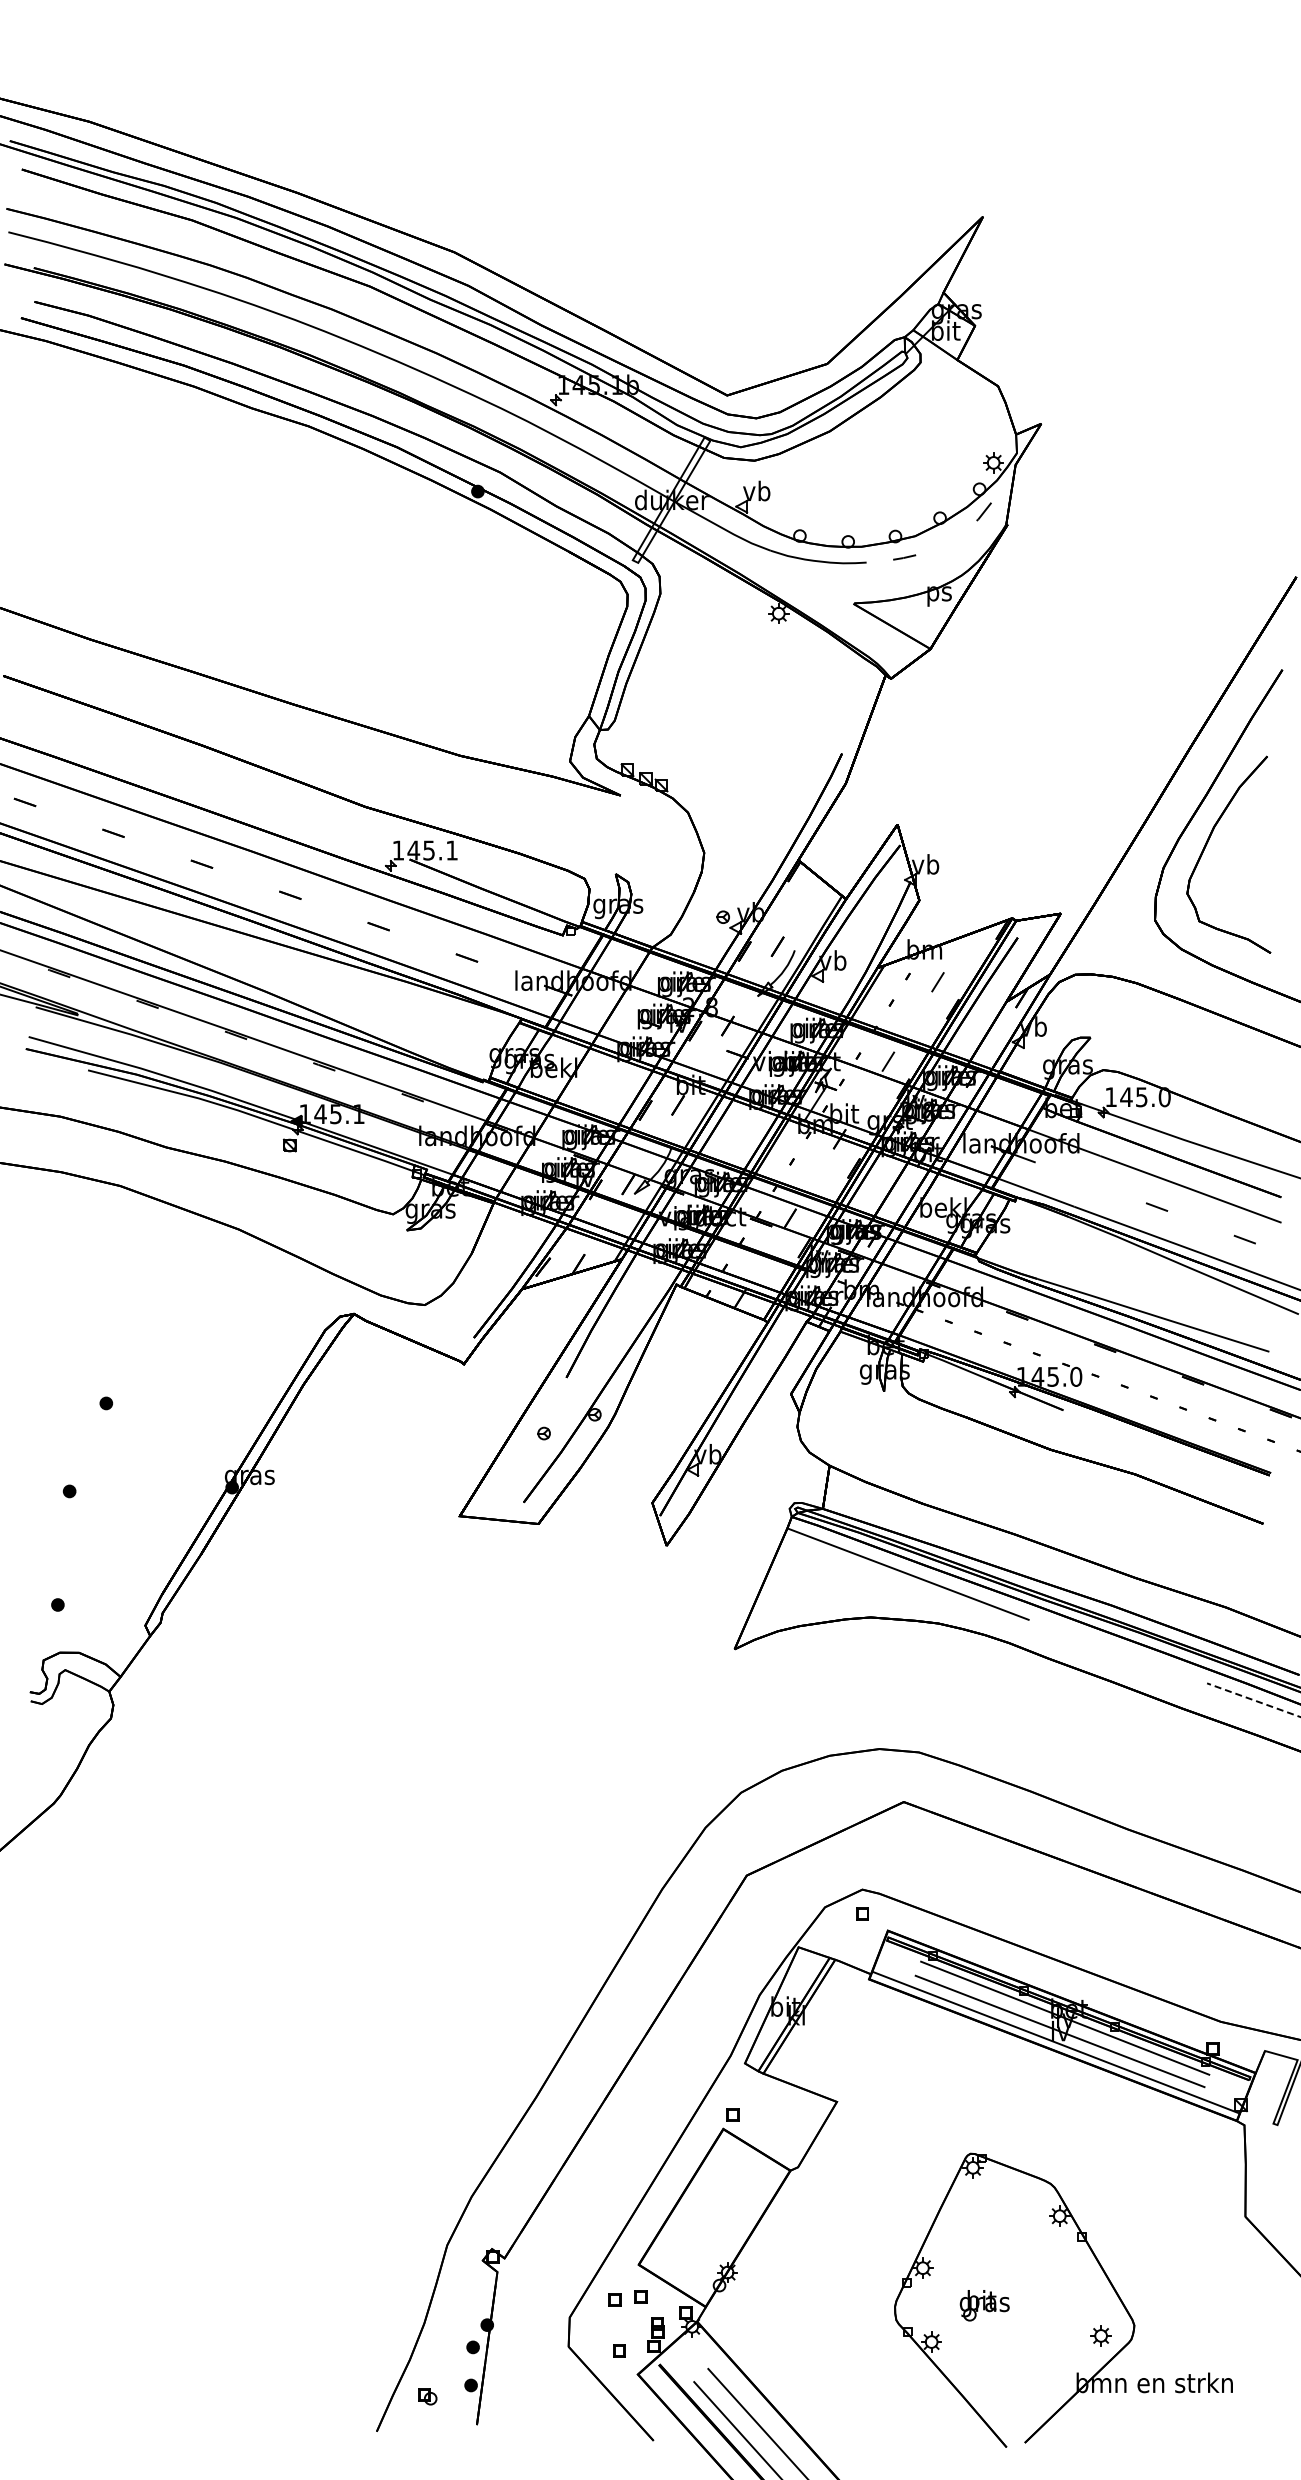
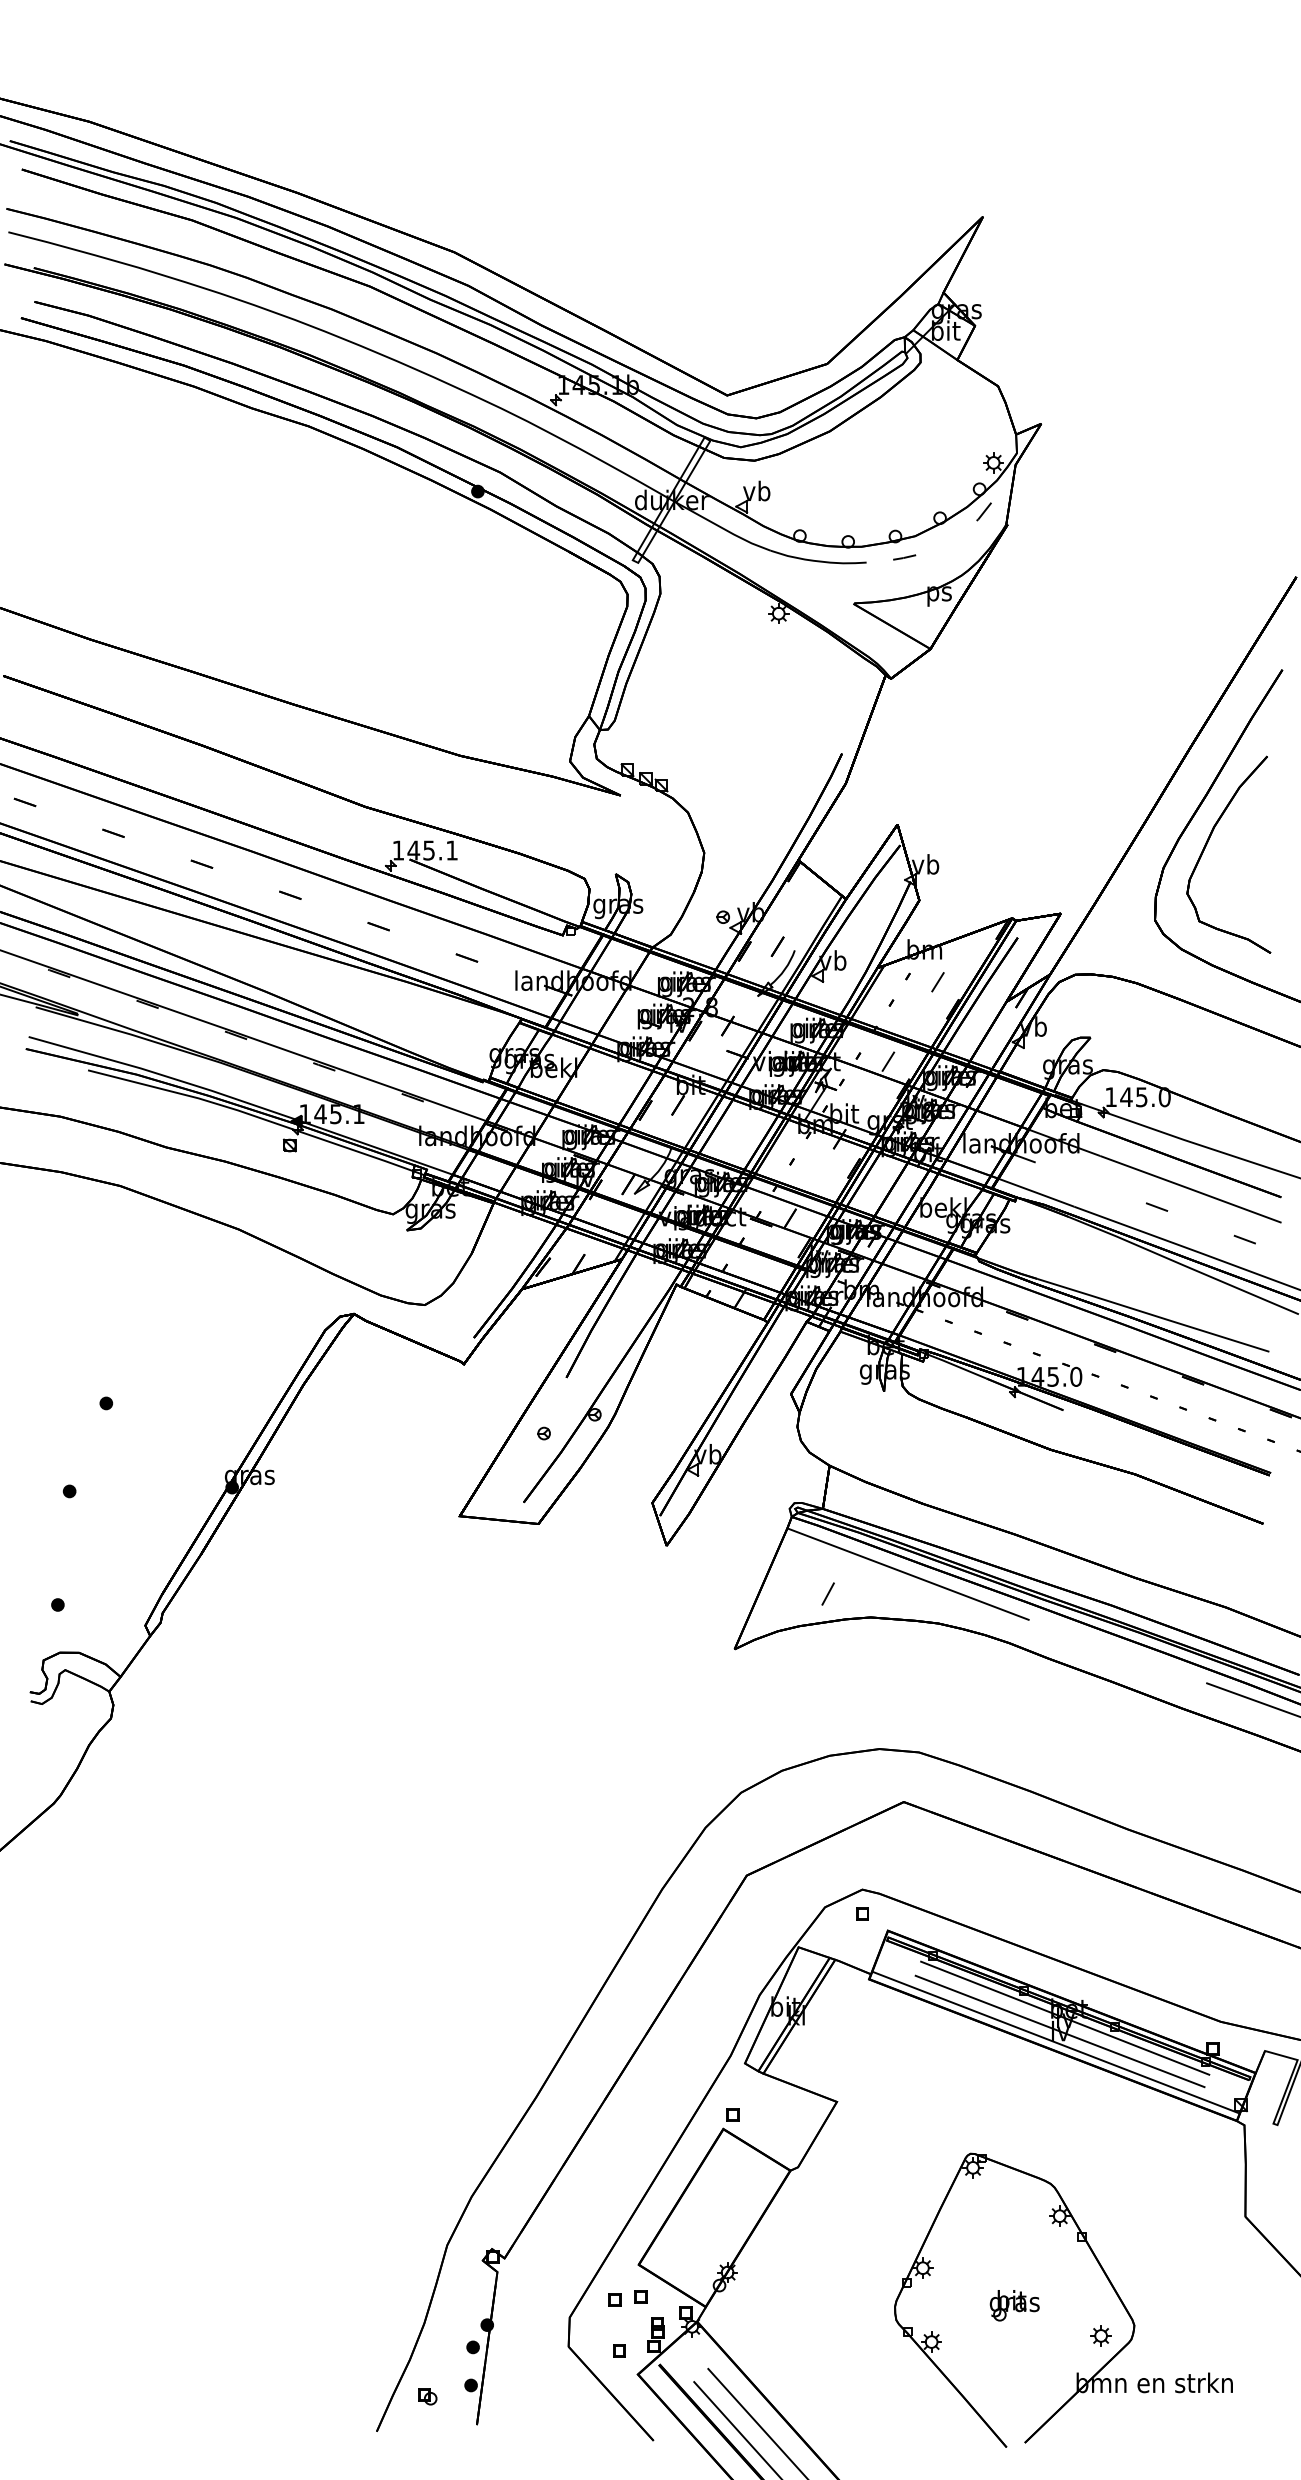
line at (827, 1593): none -> present
line at (1253, 1700): dashed -> solid
part at (984, 2305) position: (984, 2305) -> (1014, 2305)
